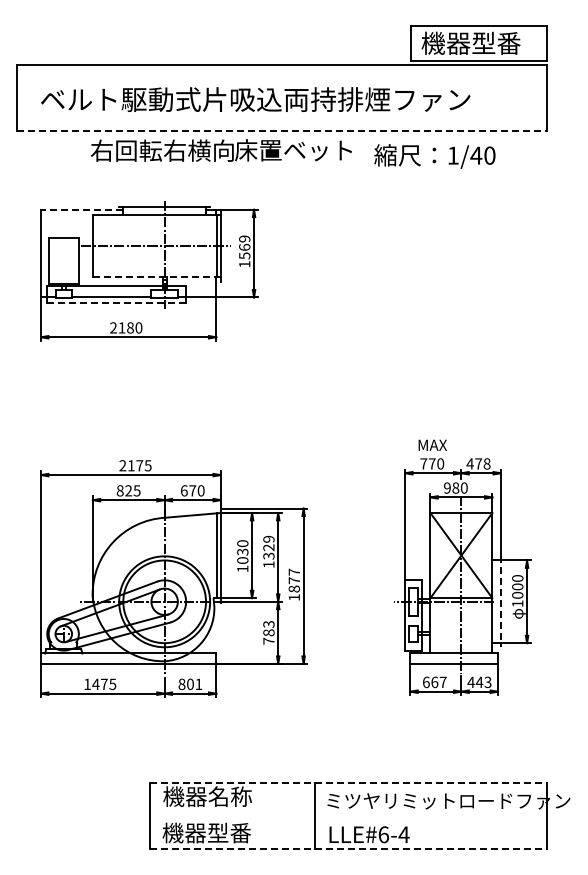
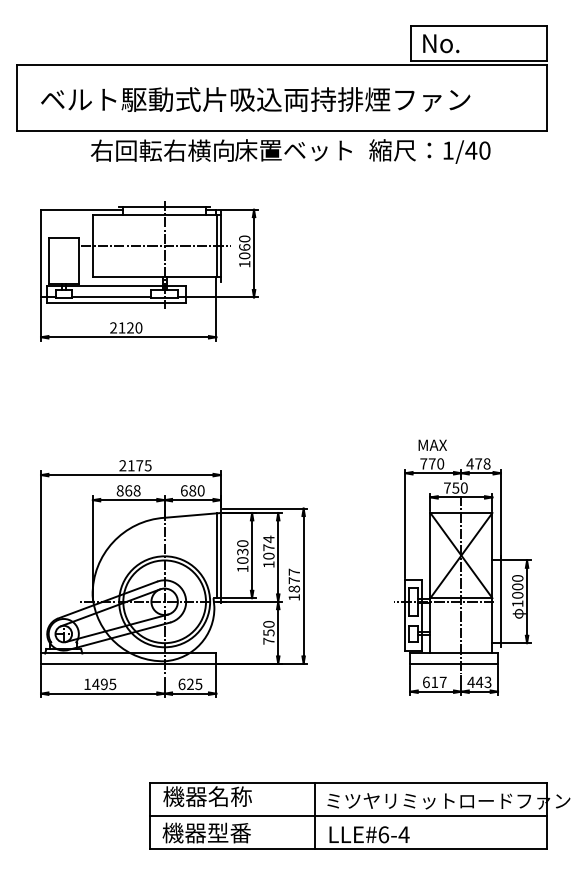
text at (470, 42): 機器型番 -> No.
line at (282, 131): dashed -> solid
text at (434, 156) position: (434, 156) -> (429, 151)
line at (81, 209): dashed -> solid
text at (244, 247): 1569 -> 1060
line at (156, 277): dashed -> solid
line at (116, 302): dashed -> solid
text at (130, 327): 2180 -> 2120
text at (451, 487): 980 -> 750
text at (132, 490): 825 -> 868
text at (192, 490): 670 -> 680
text at (268, 547): 1329 -> 1074
line at (500, 602): dashed -> solid
text at (268, 628): 783 -> 750
text at (434, 682): 667 -> 617
text at (103, 684): 1475 -> 1495
text at (190, 684): 801 -> 625
line at (348, 782): dashed -> solid
line at (347, 815): none -> present
line at (348, 848): dashed -> solid
